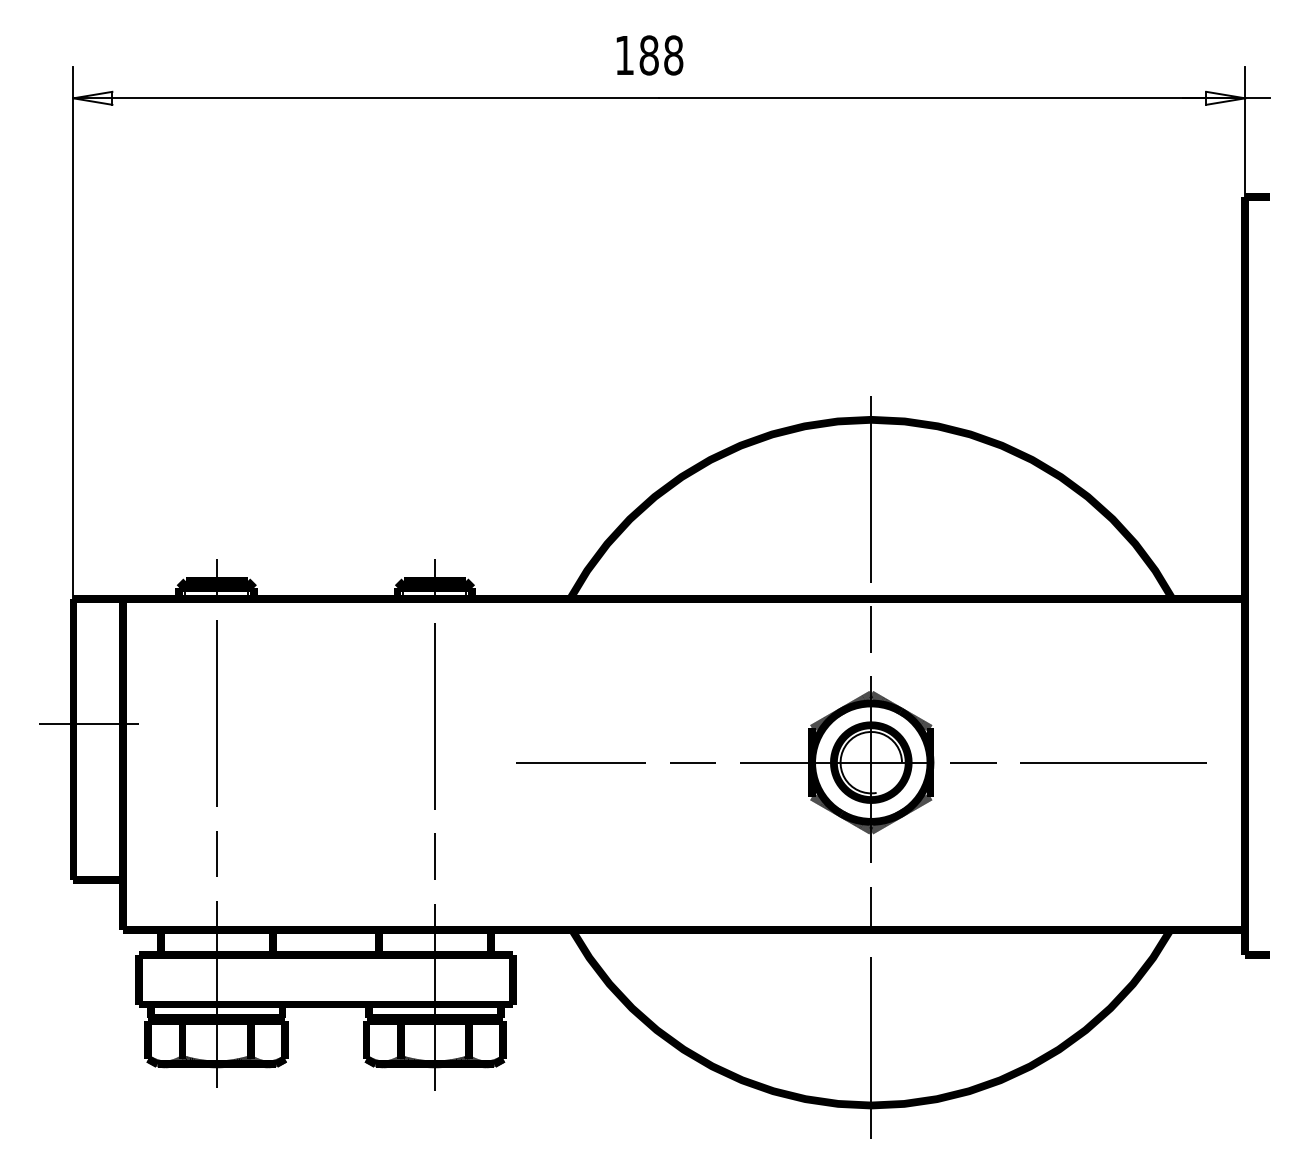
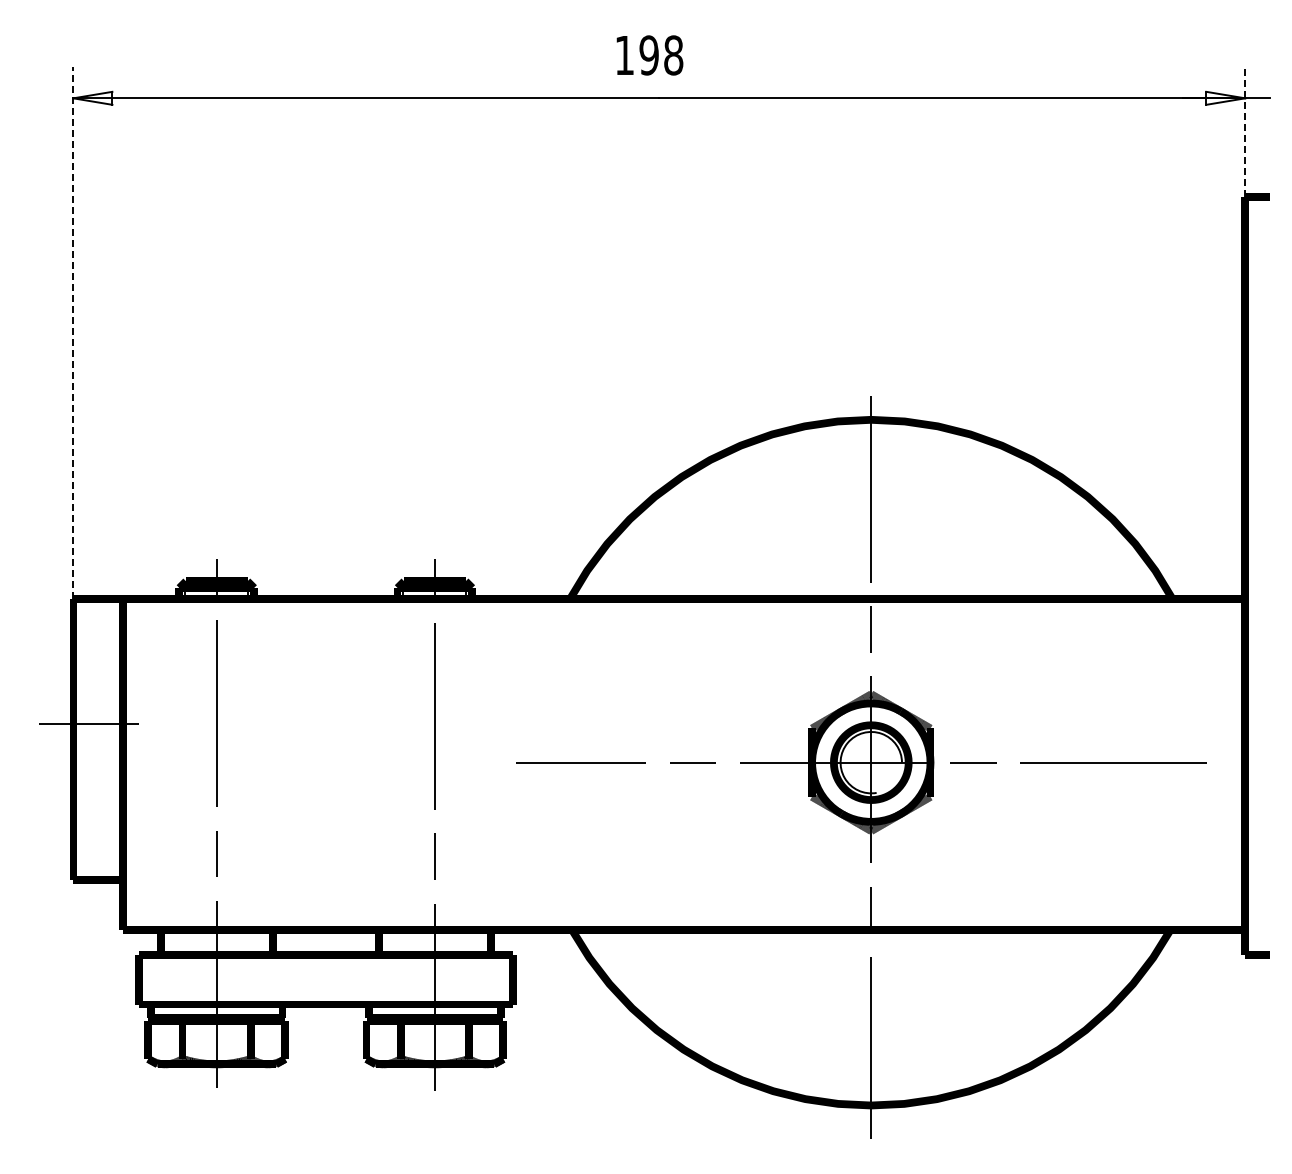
text at (648, 55): 188 -> 198
line at (1245, 131): solid -> dashed
line at (73, 332): solid -> dashed
